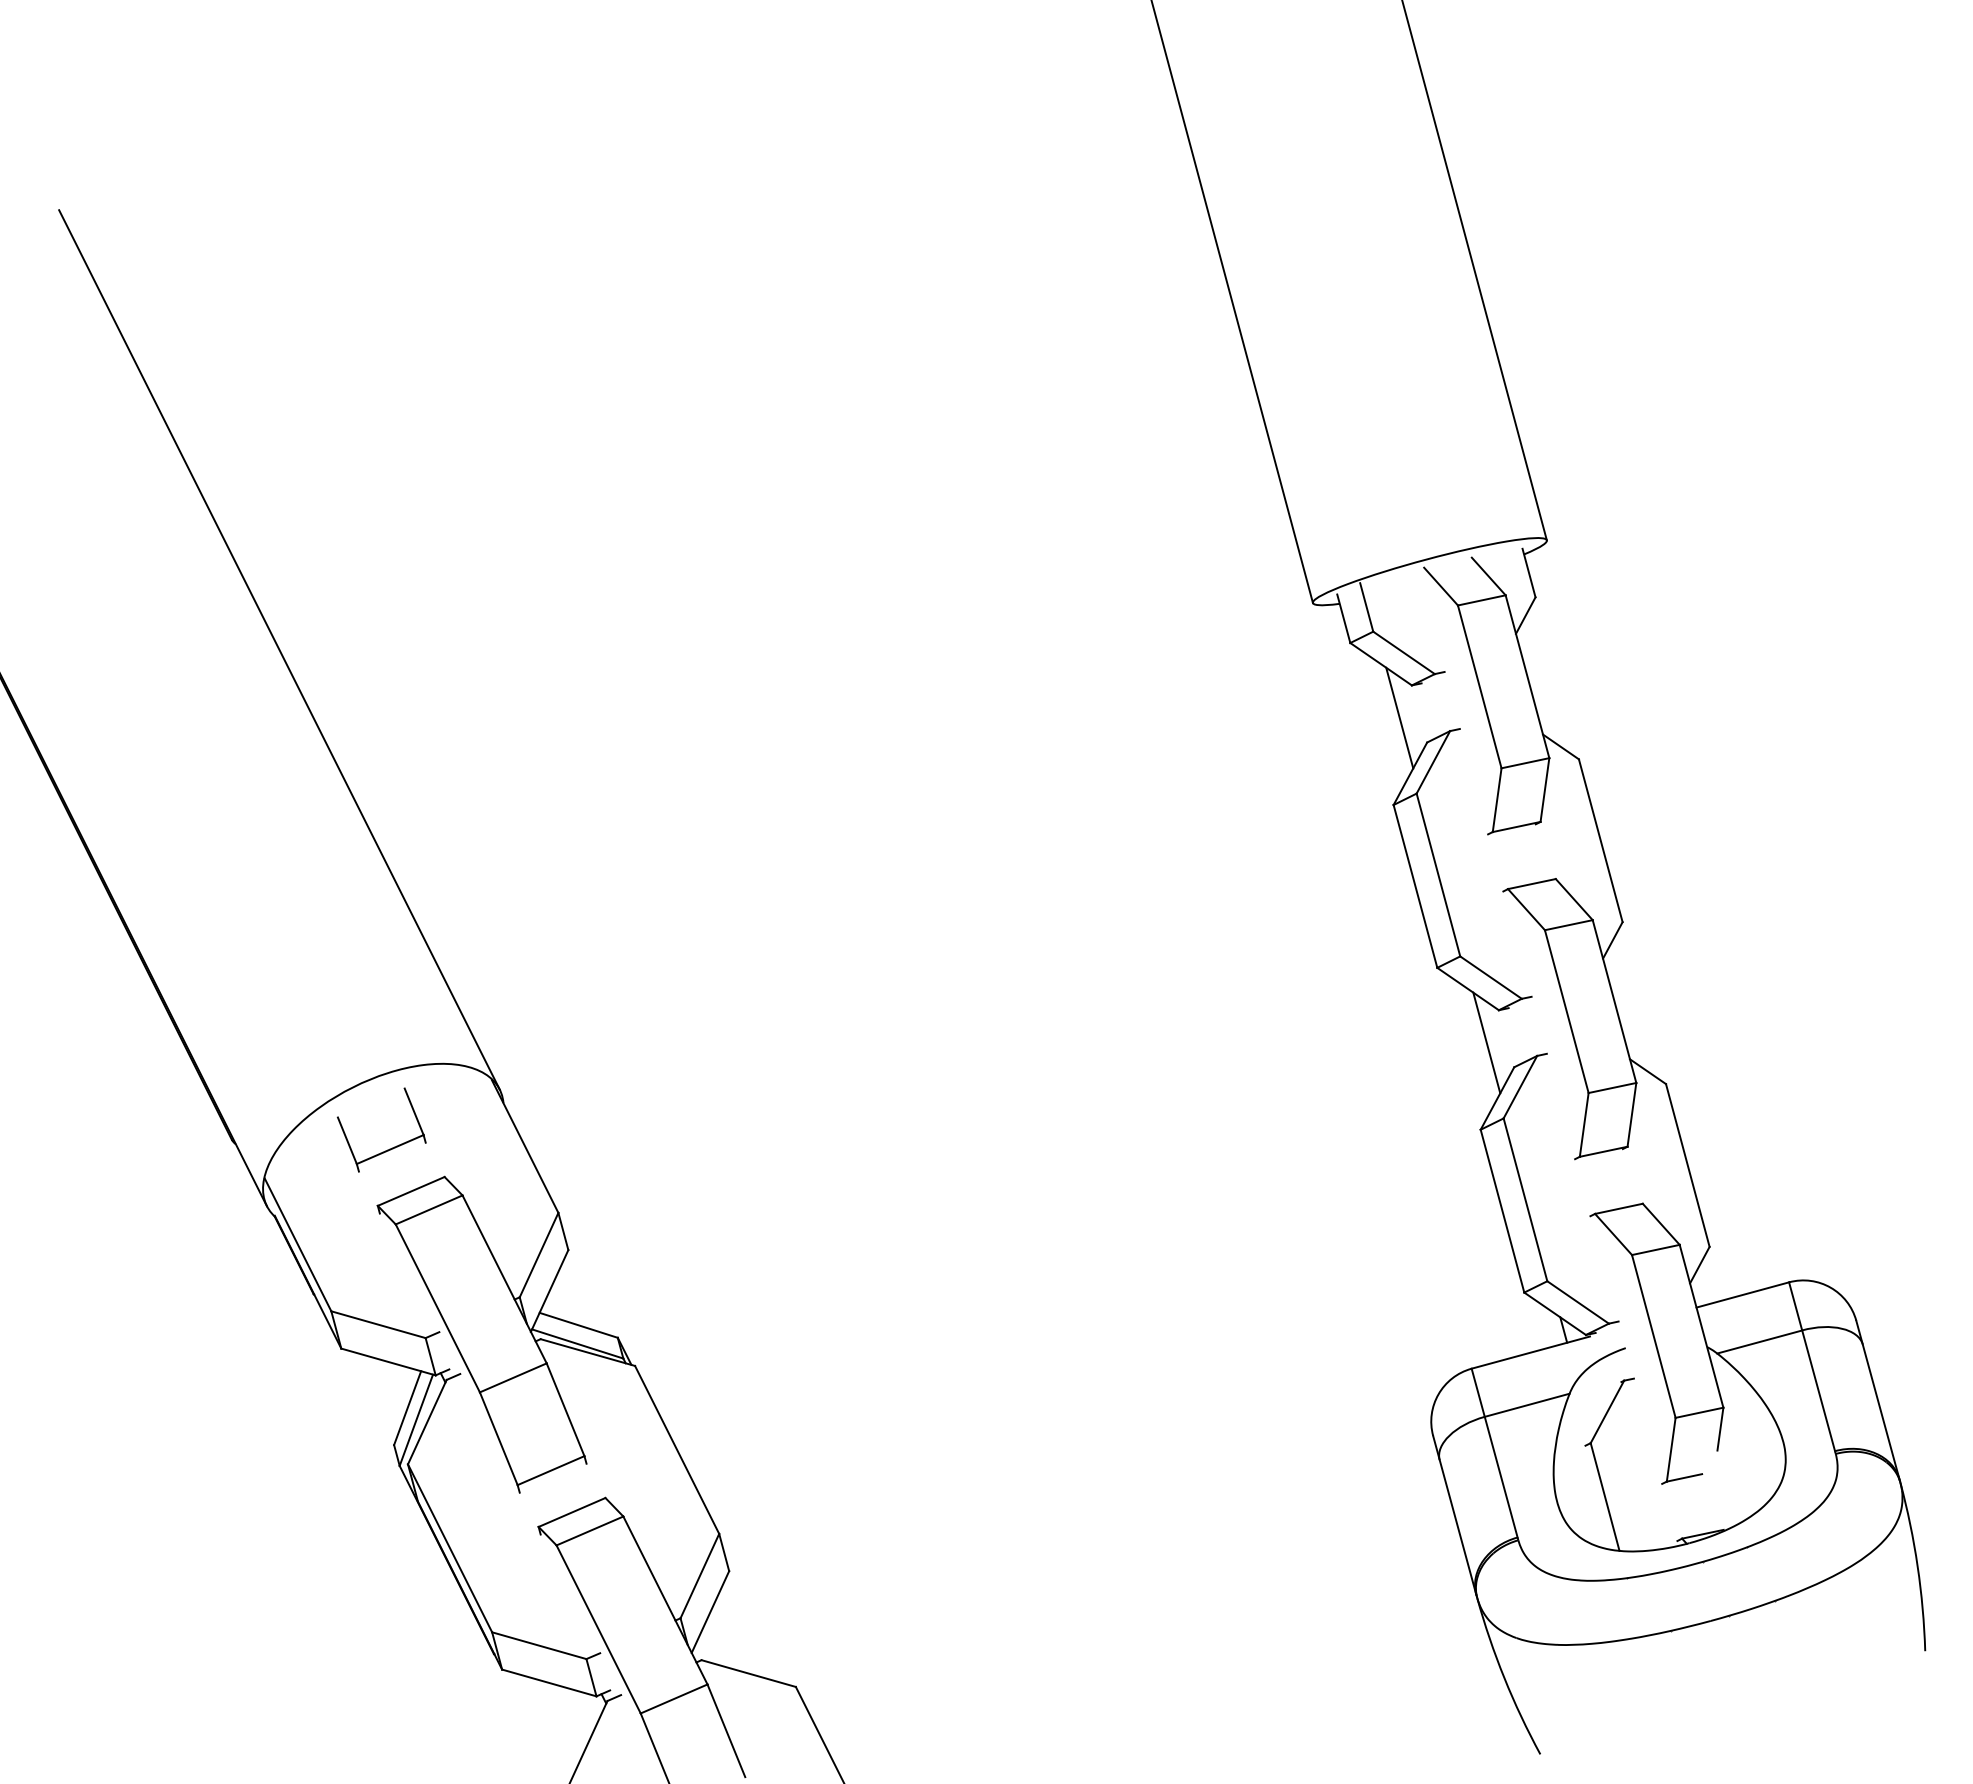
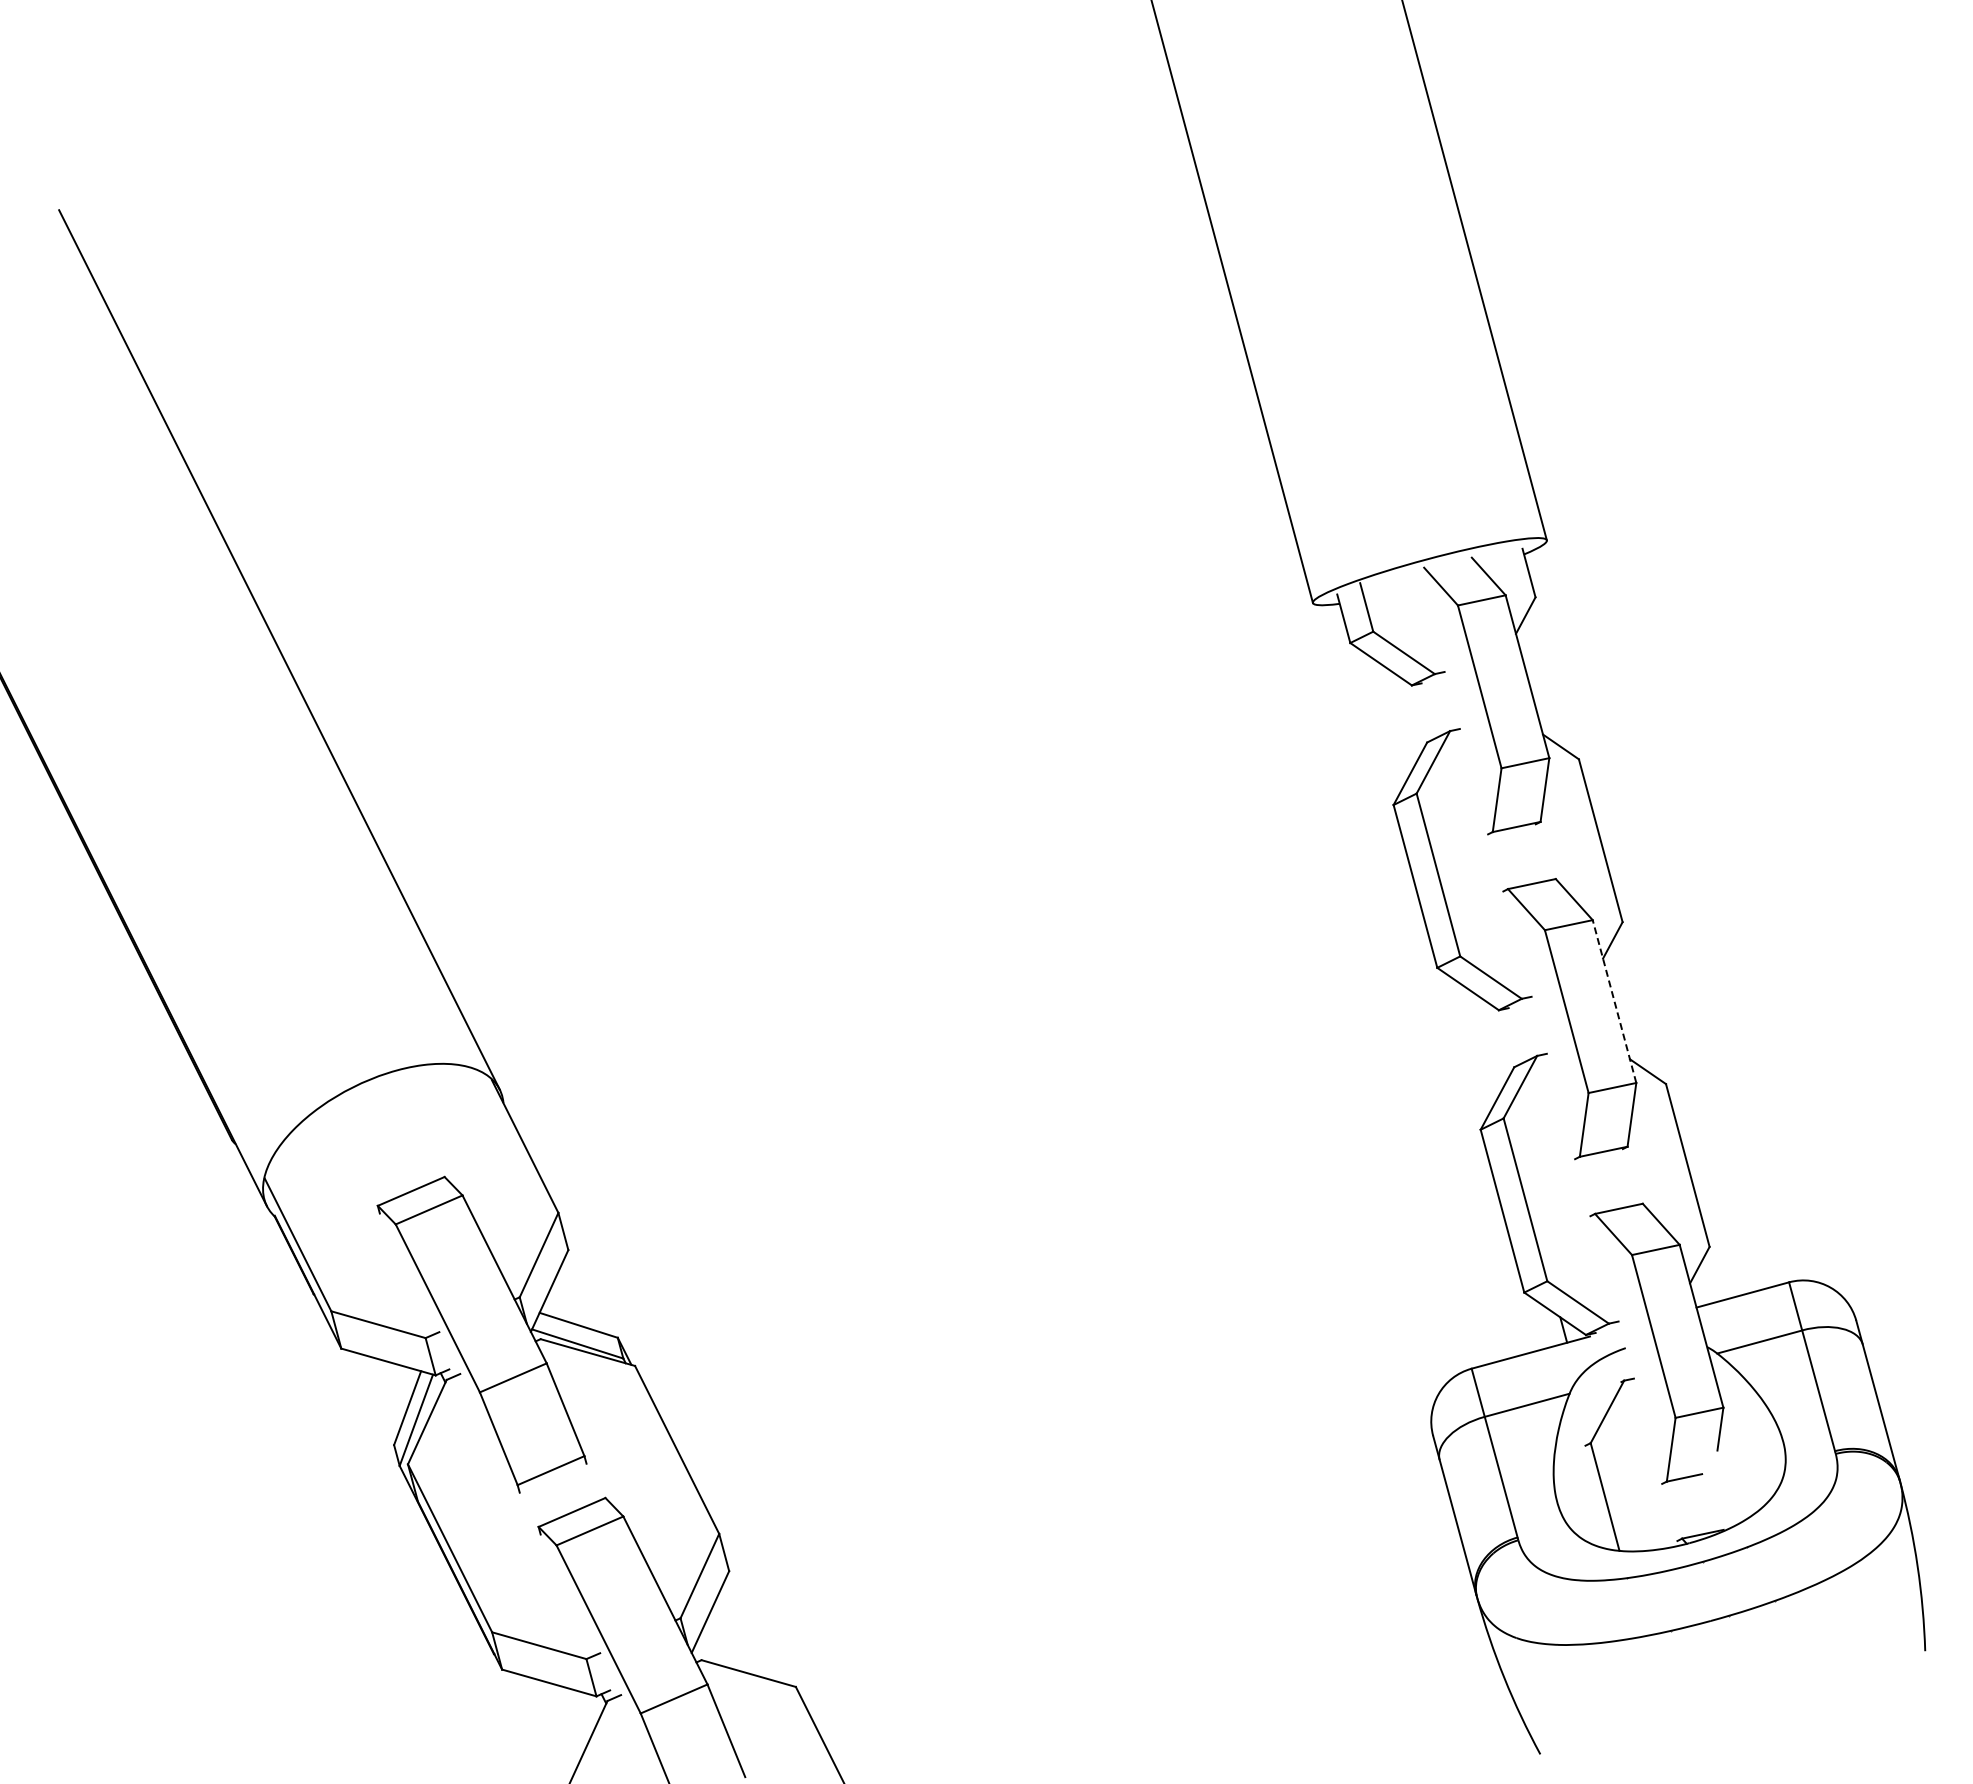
line at (1399, 717): present -> none
line at (1614, 1001): solid -> dashed
line at (1486, 1042): present -> none
part at (389, 1148): present -> none
